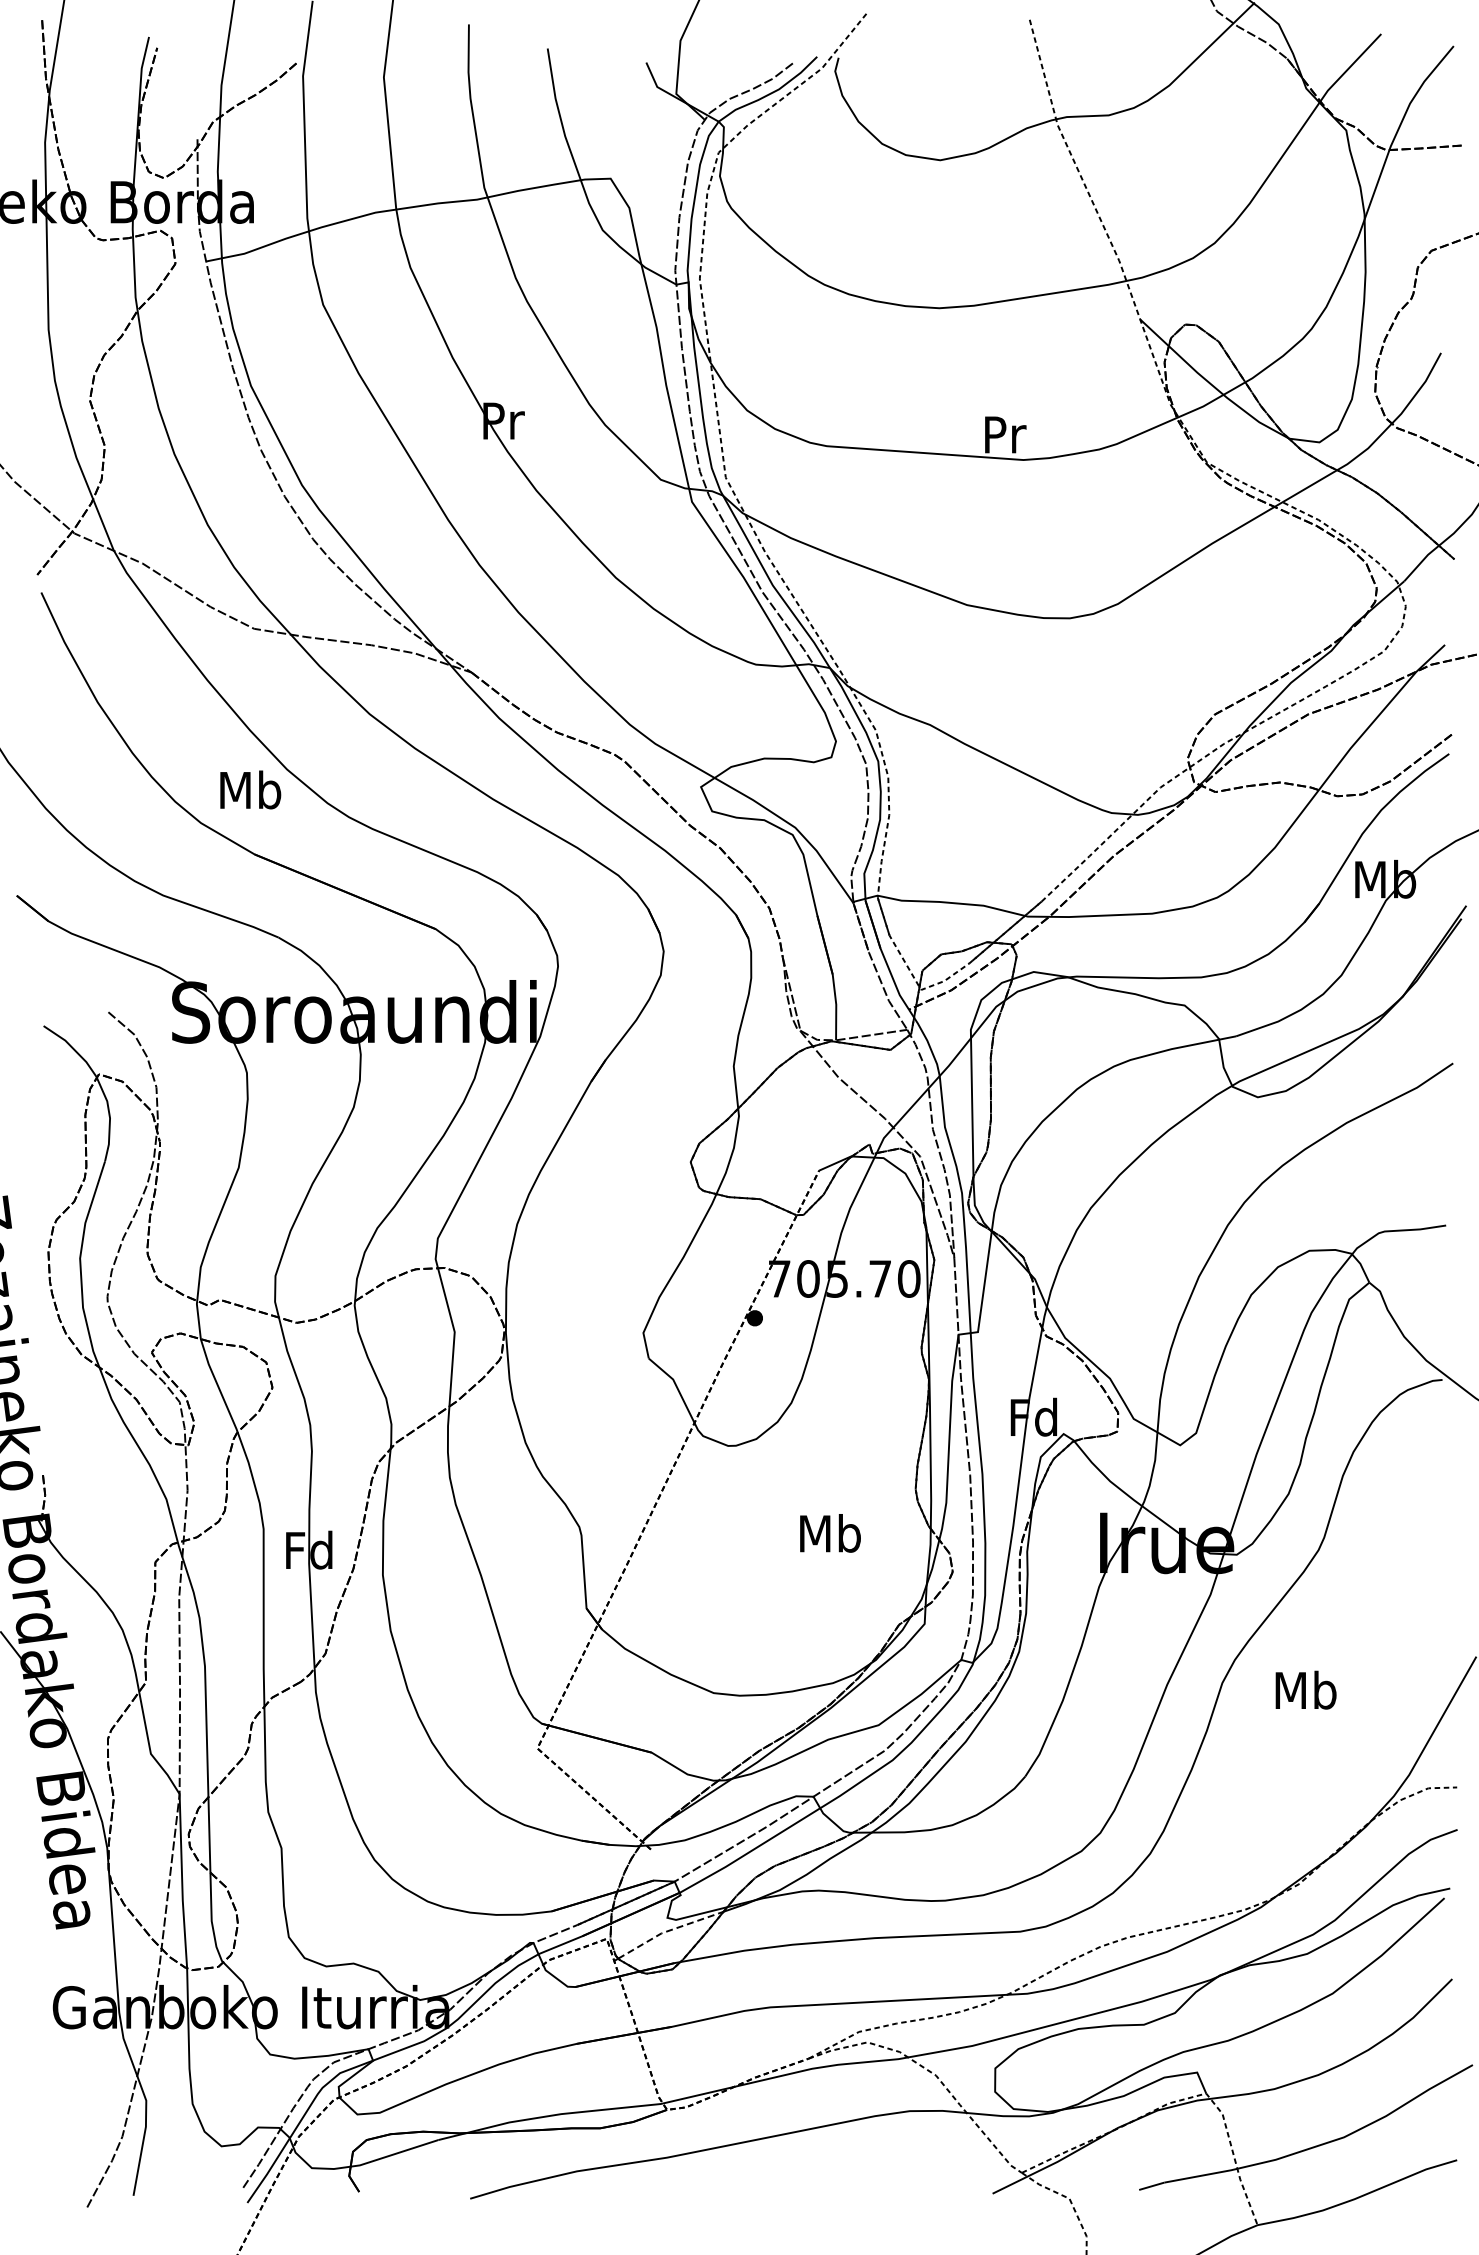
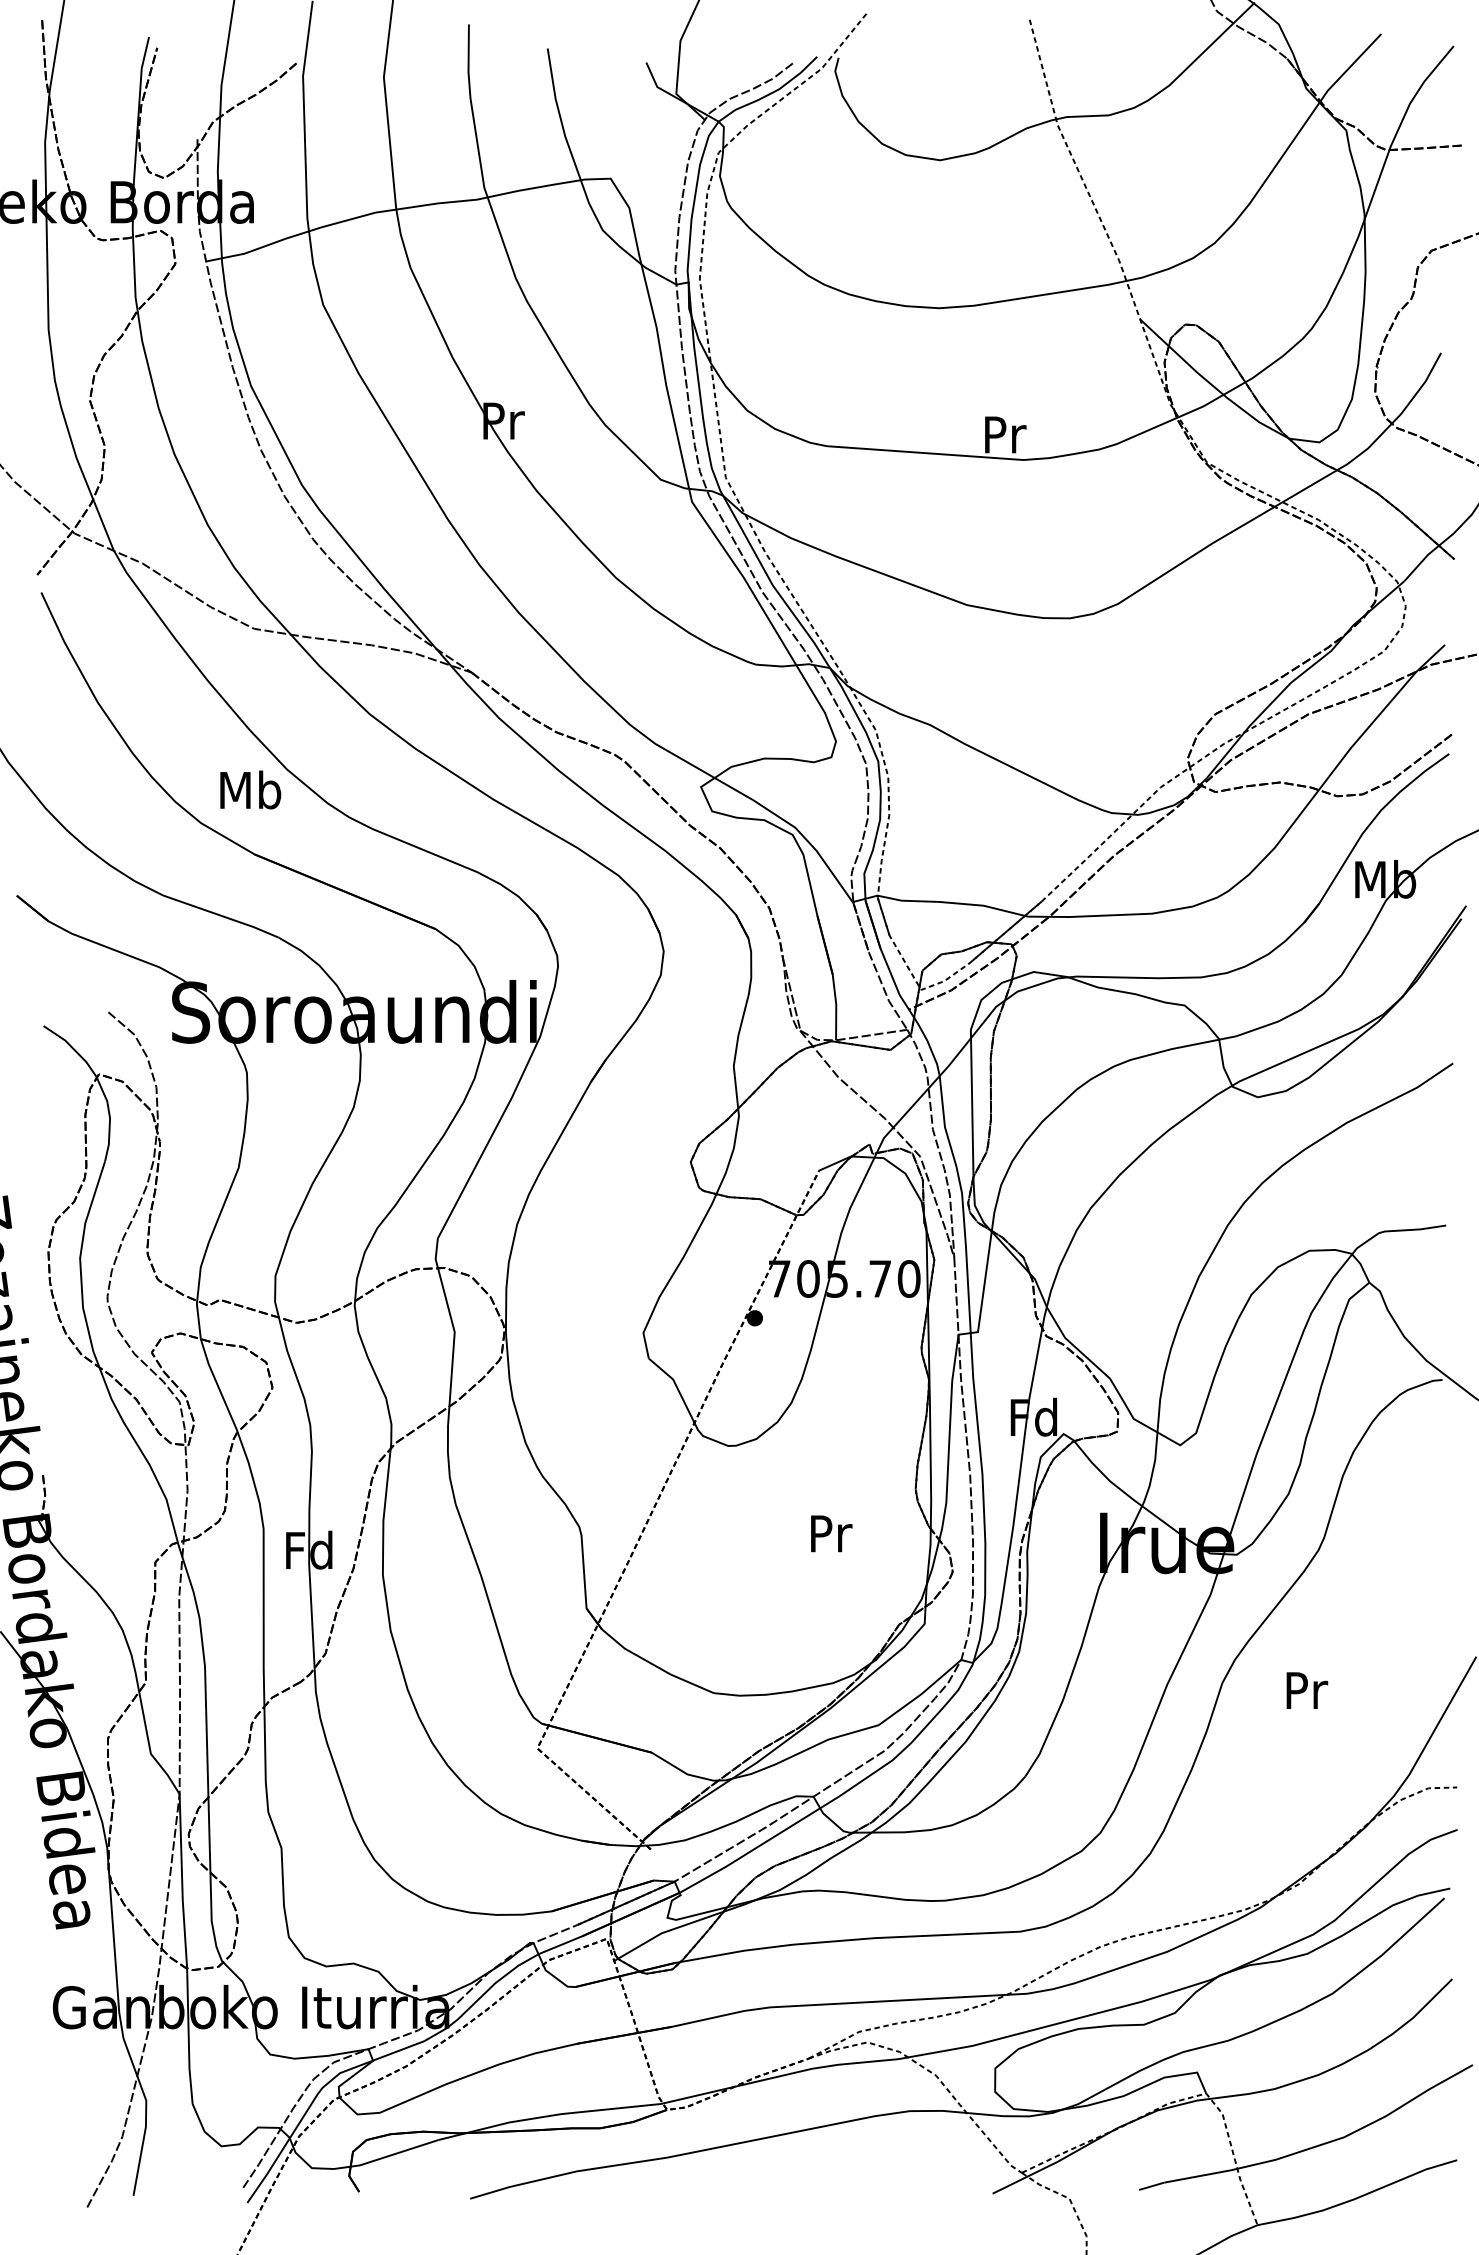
text at (830, 1533): Mb -> Pr
text at (1305, 1689): Mb -> Pr
line at (668, 1931): dashed -> solid
